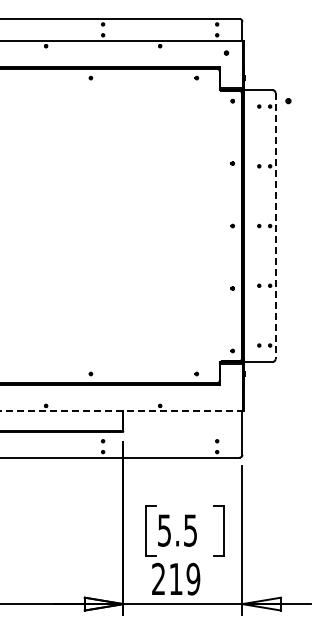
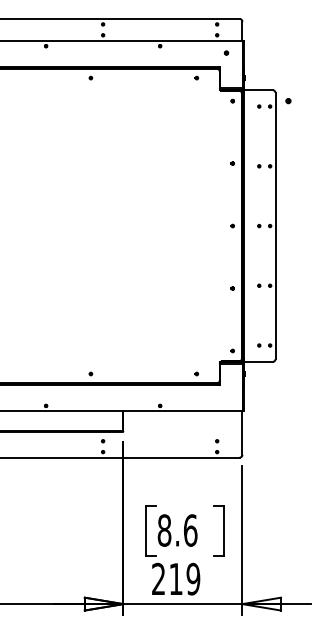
line at (275, 226): dashed -> solid
line at (121, 411): dashed -> solid
text at (177, 530): 5.5 -> 8.6
